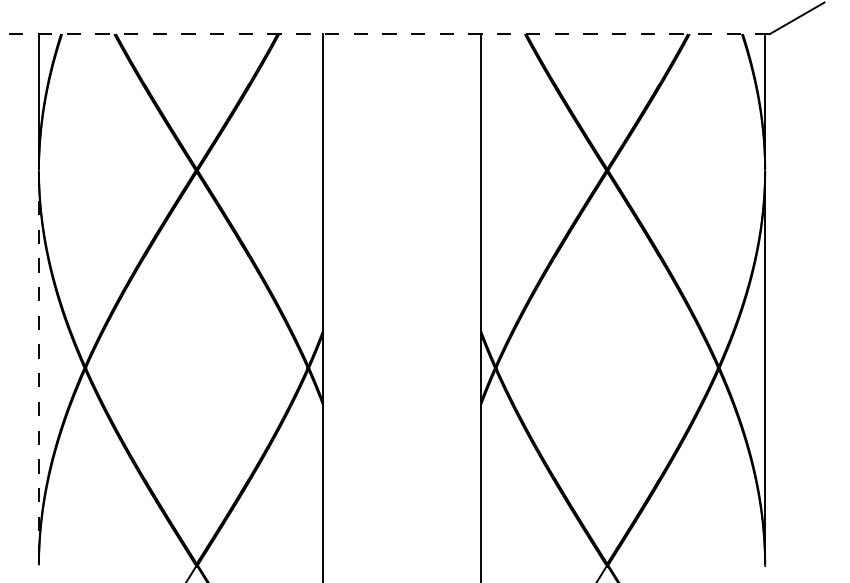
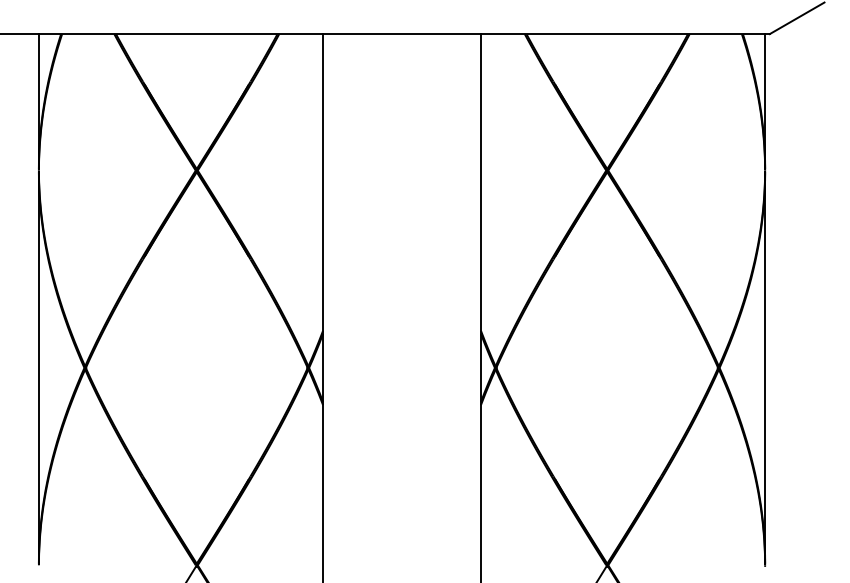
line at (385, 34): dashed -> solid
line at (38, 367): dashed -> solid
